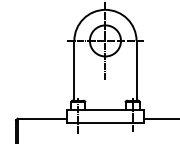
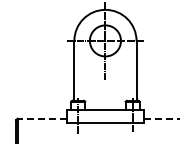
line at (41, 118): solid -> dashed
line at (161, 118): solid -> dashed
